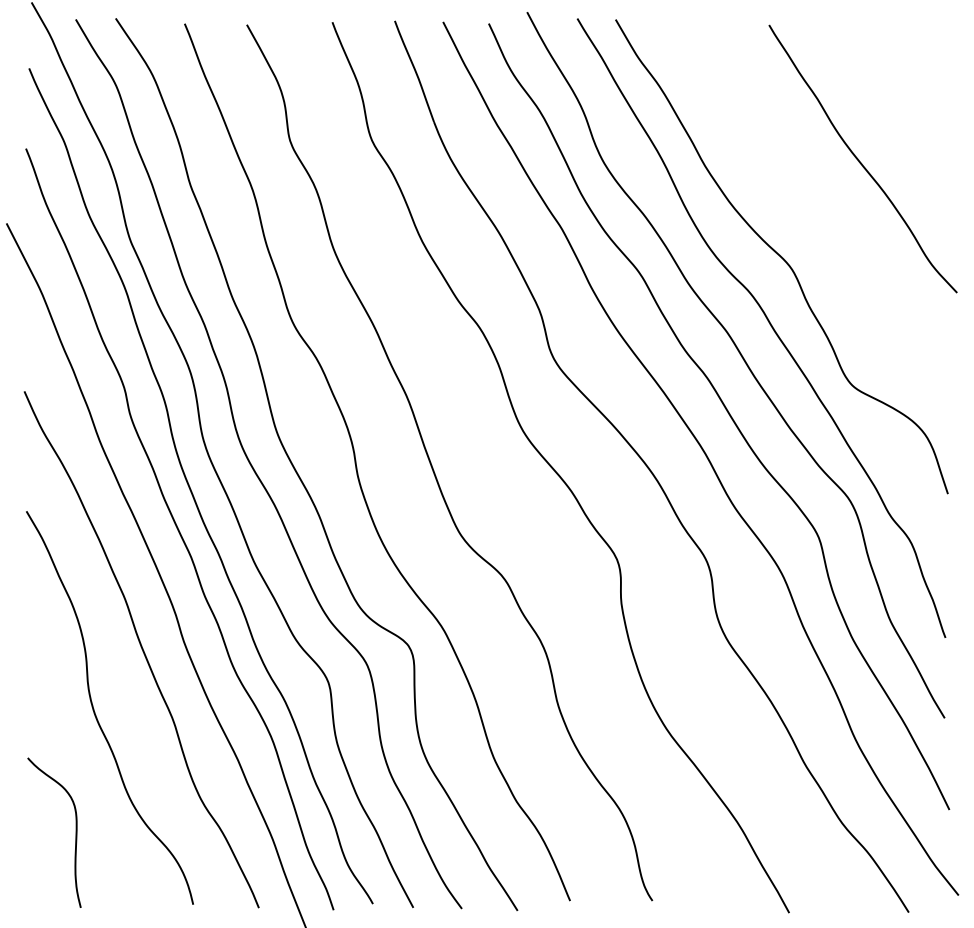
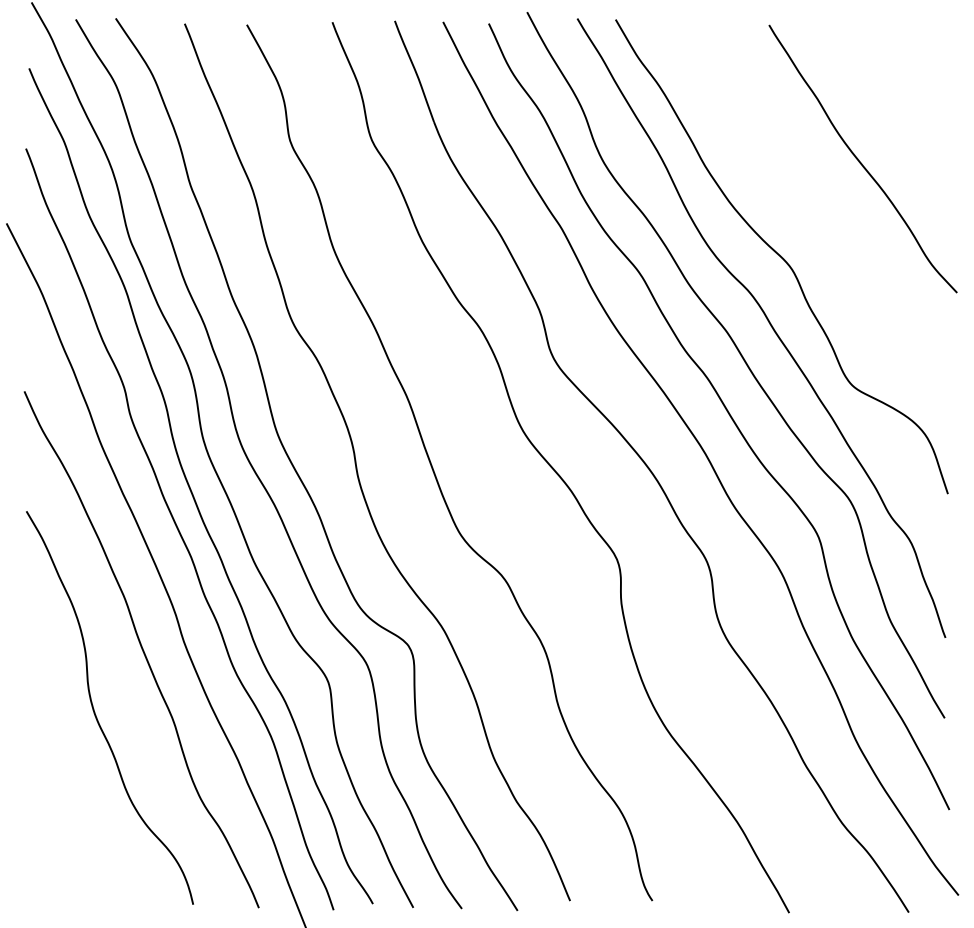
curve at (75, 832): present -> none
